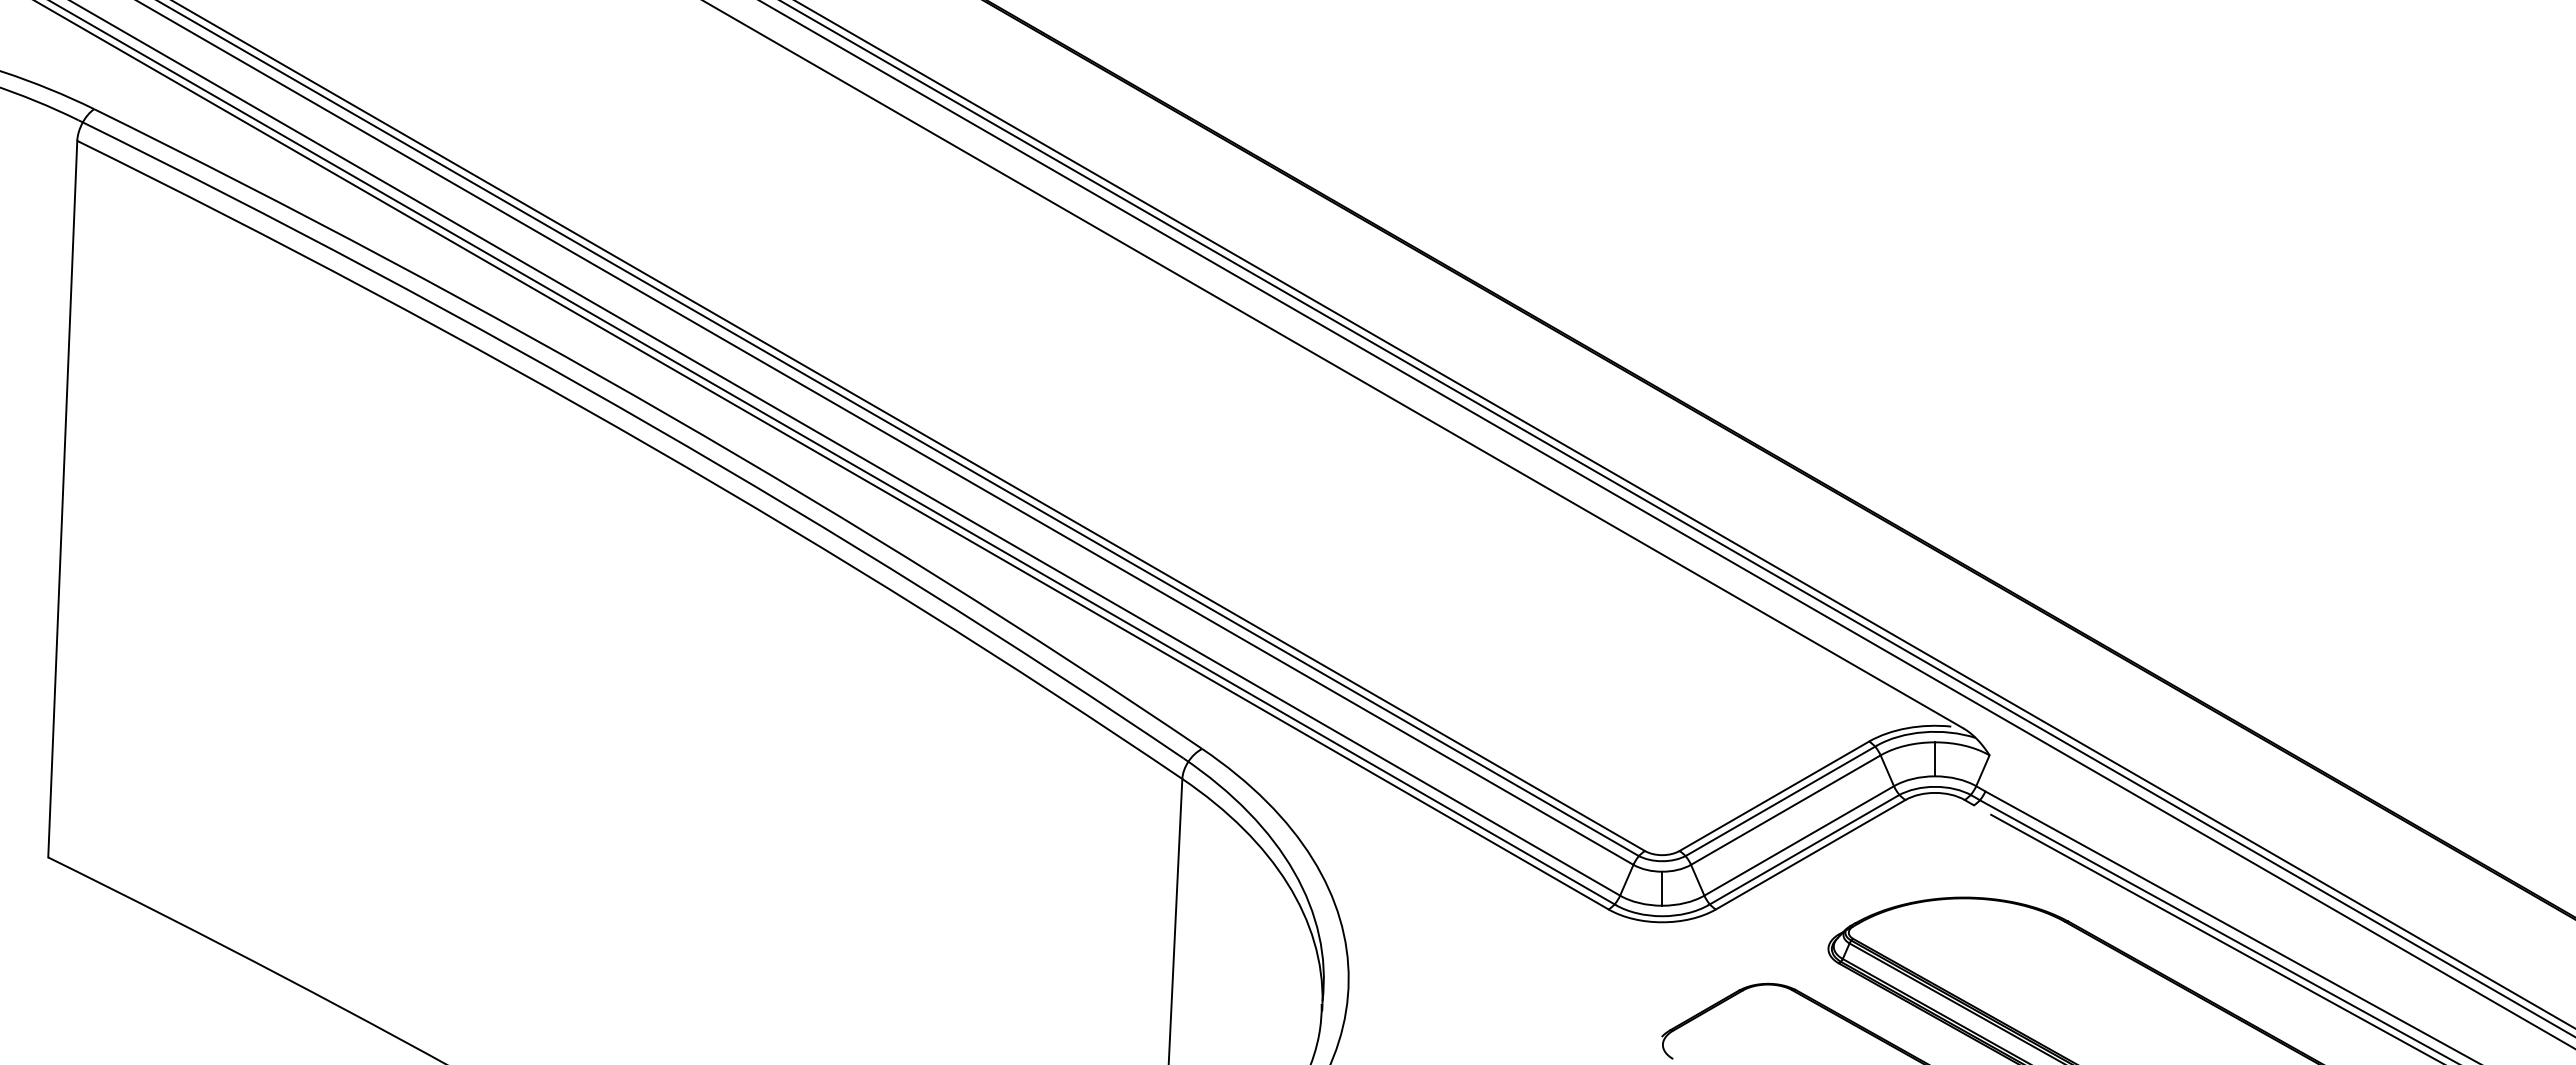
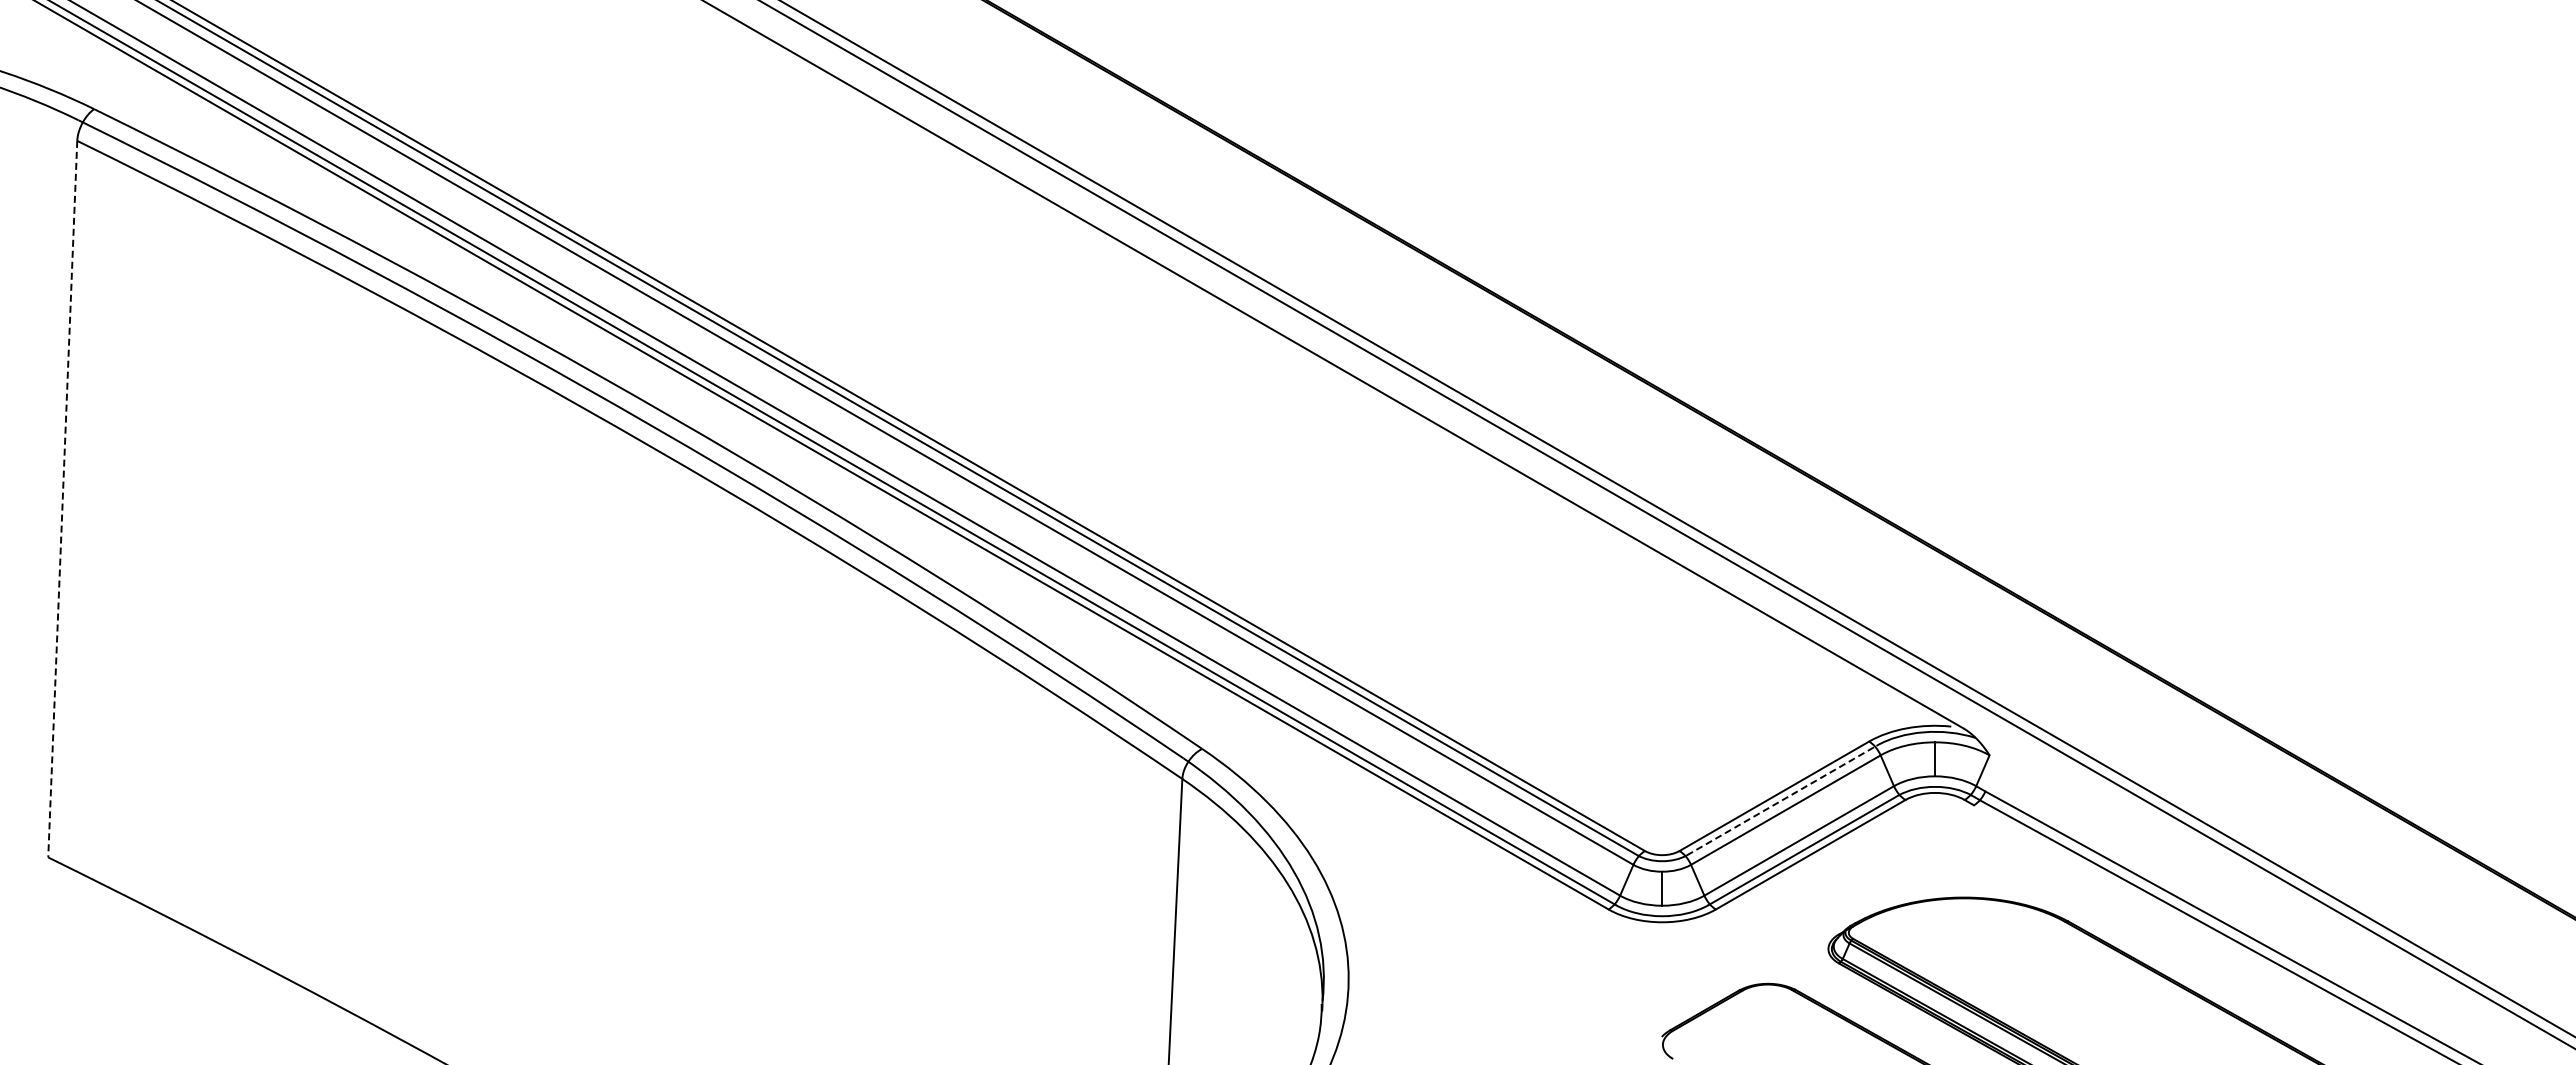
line at (62, 499): solid -> dashed
line at (1685, 514): present -> none
line at (1782, 800): solid -> dashed
line at (2215, 937): present -> none
